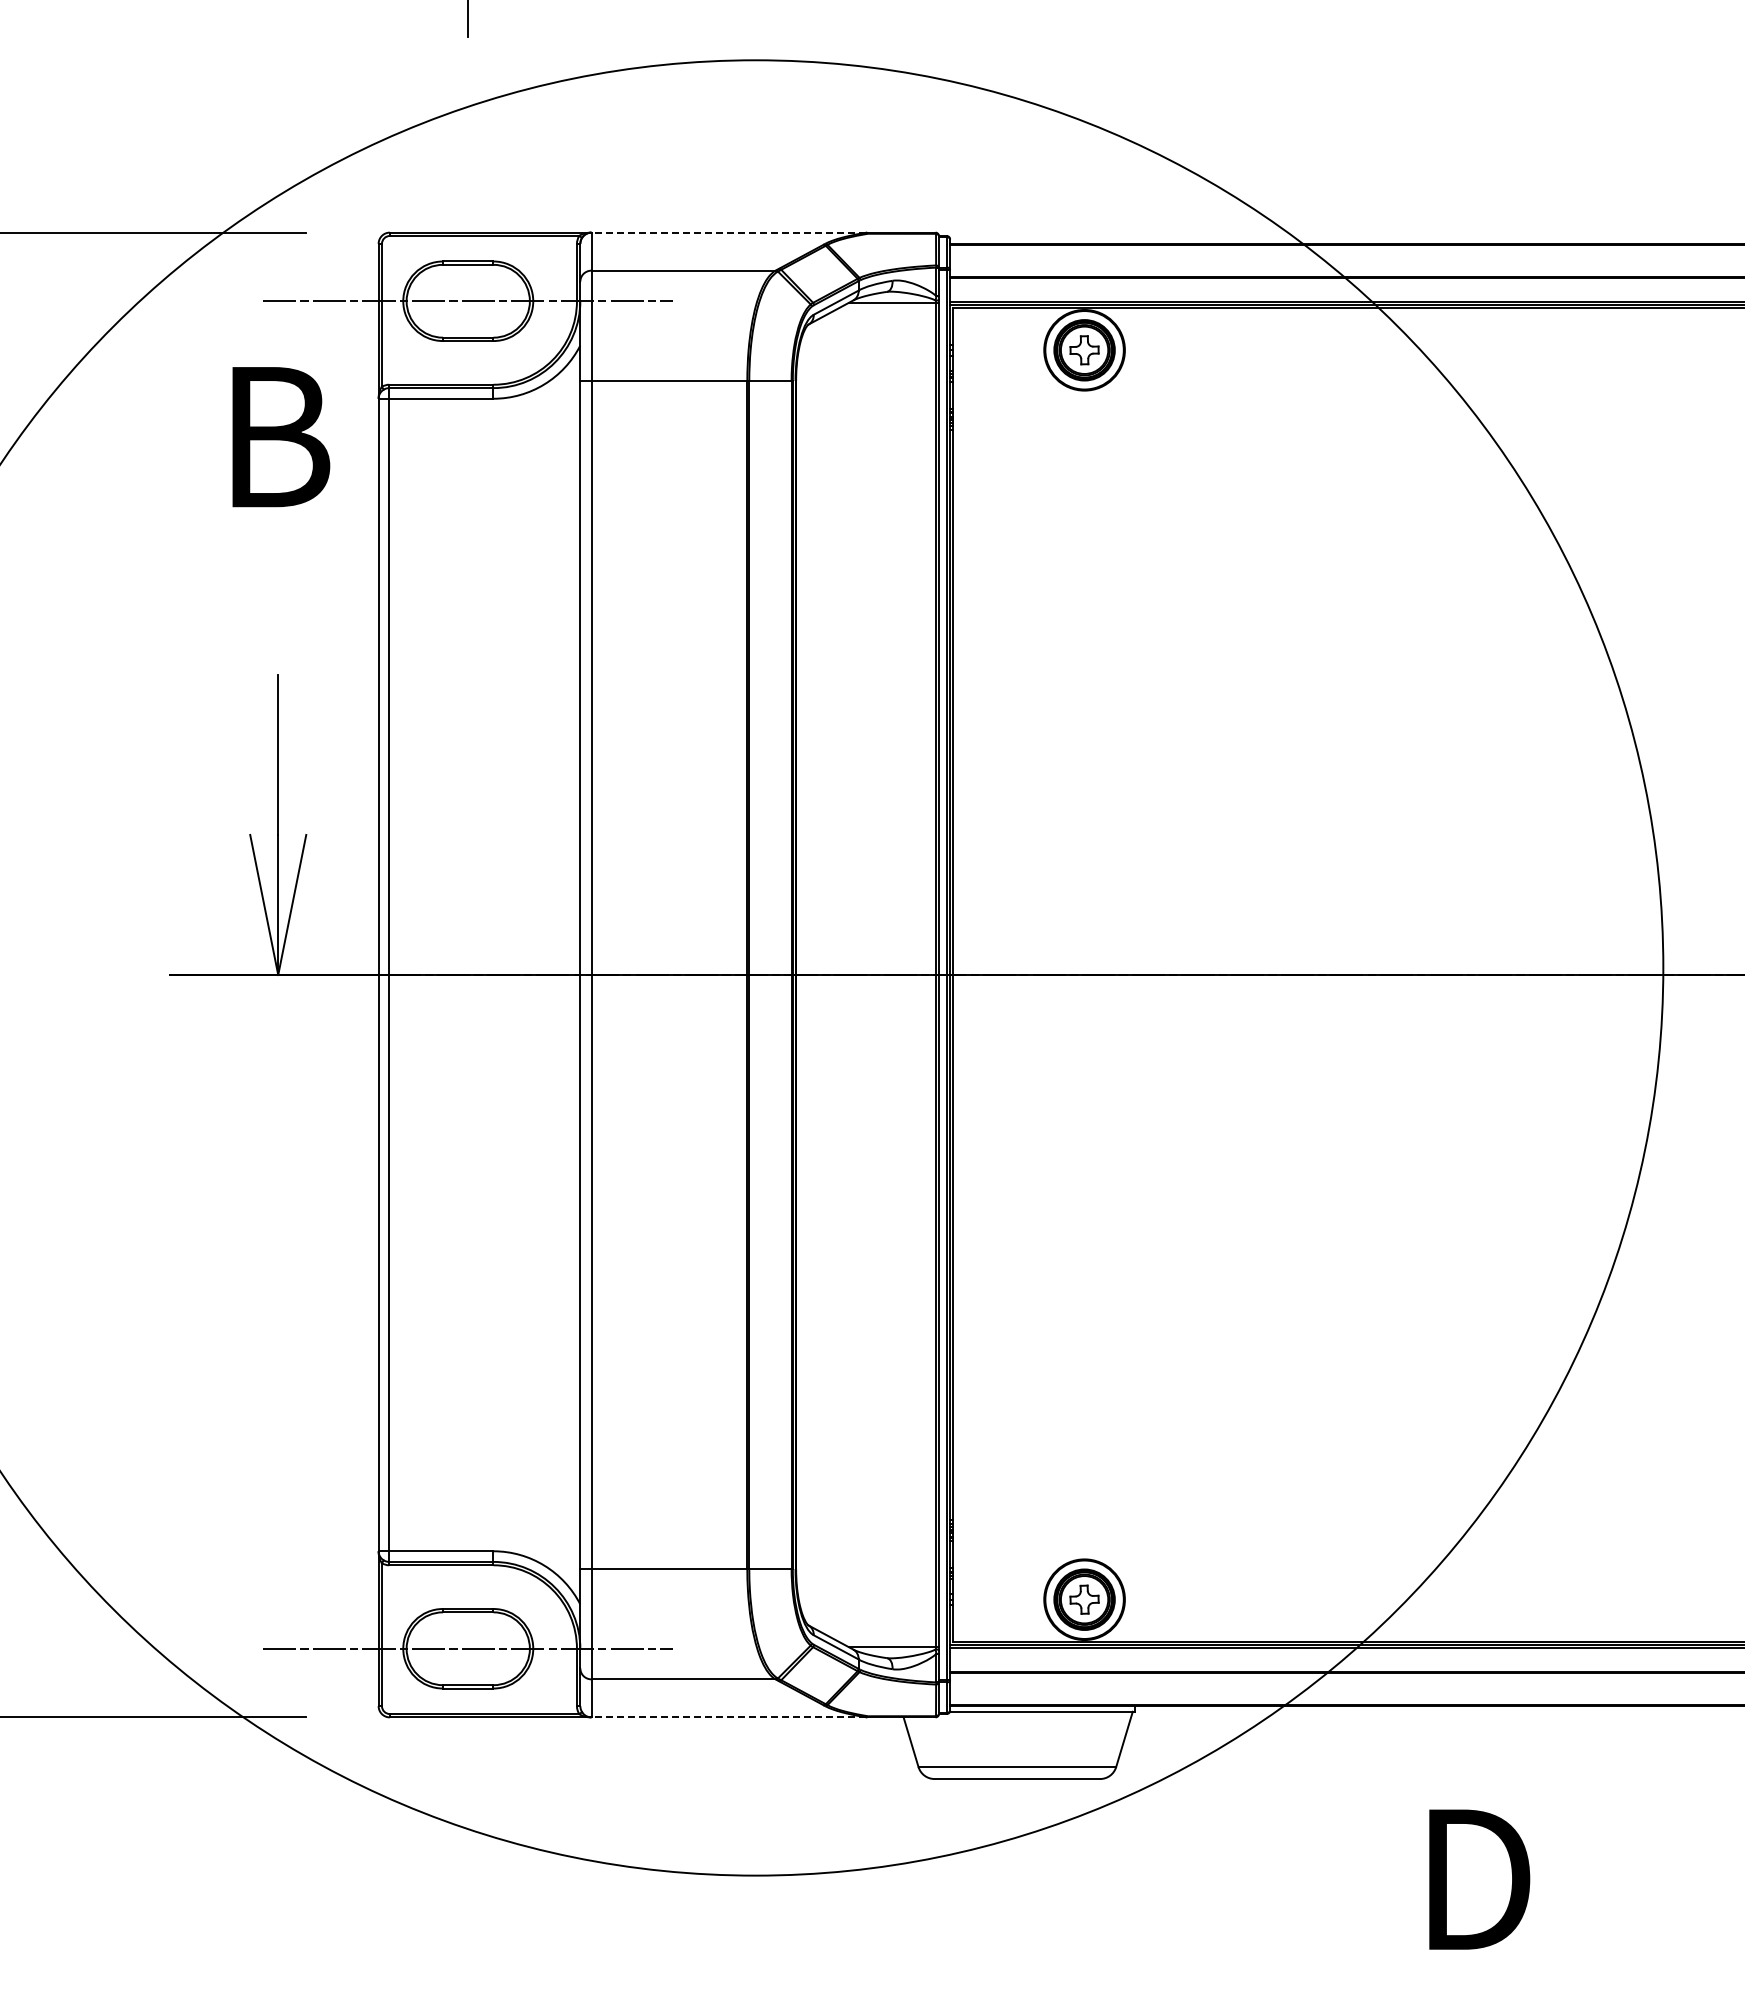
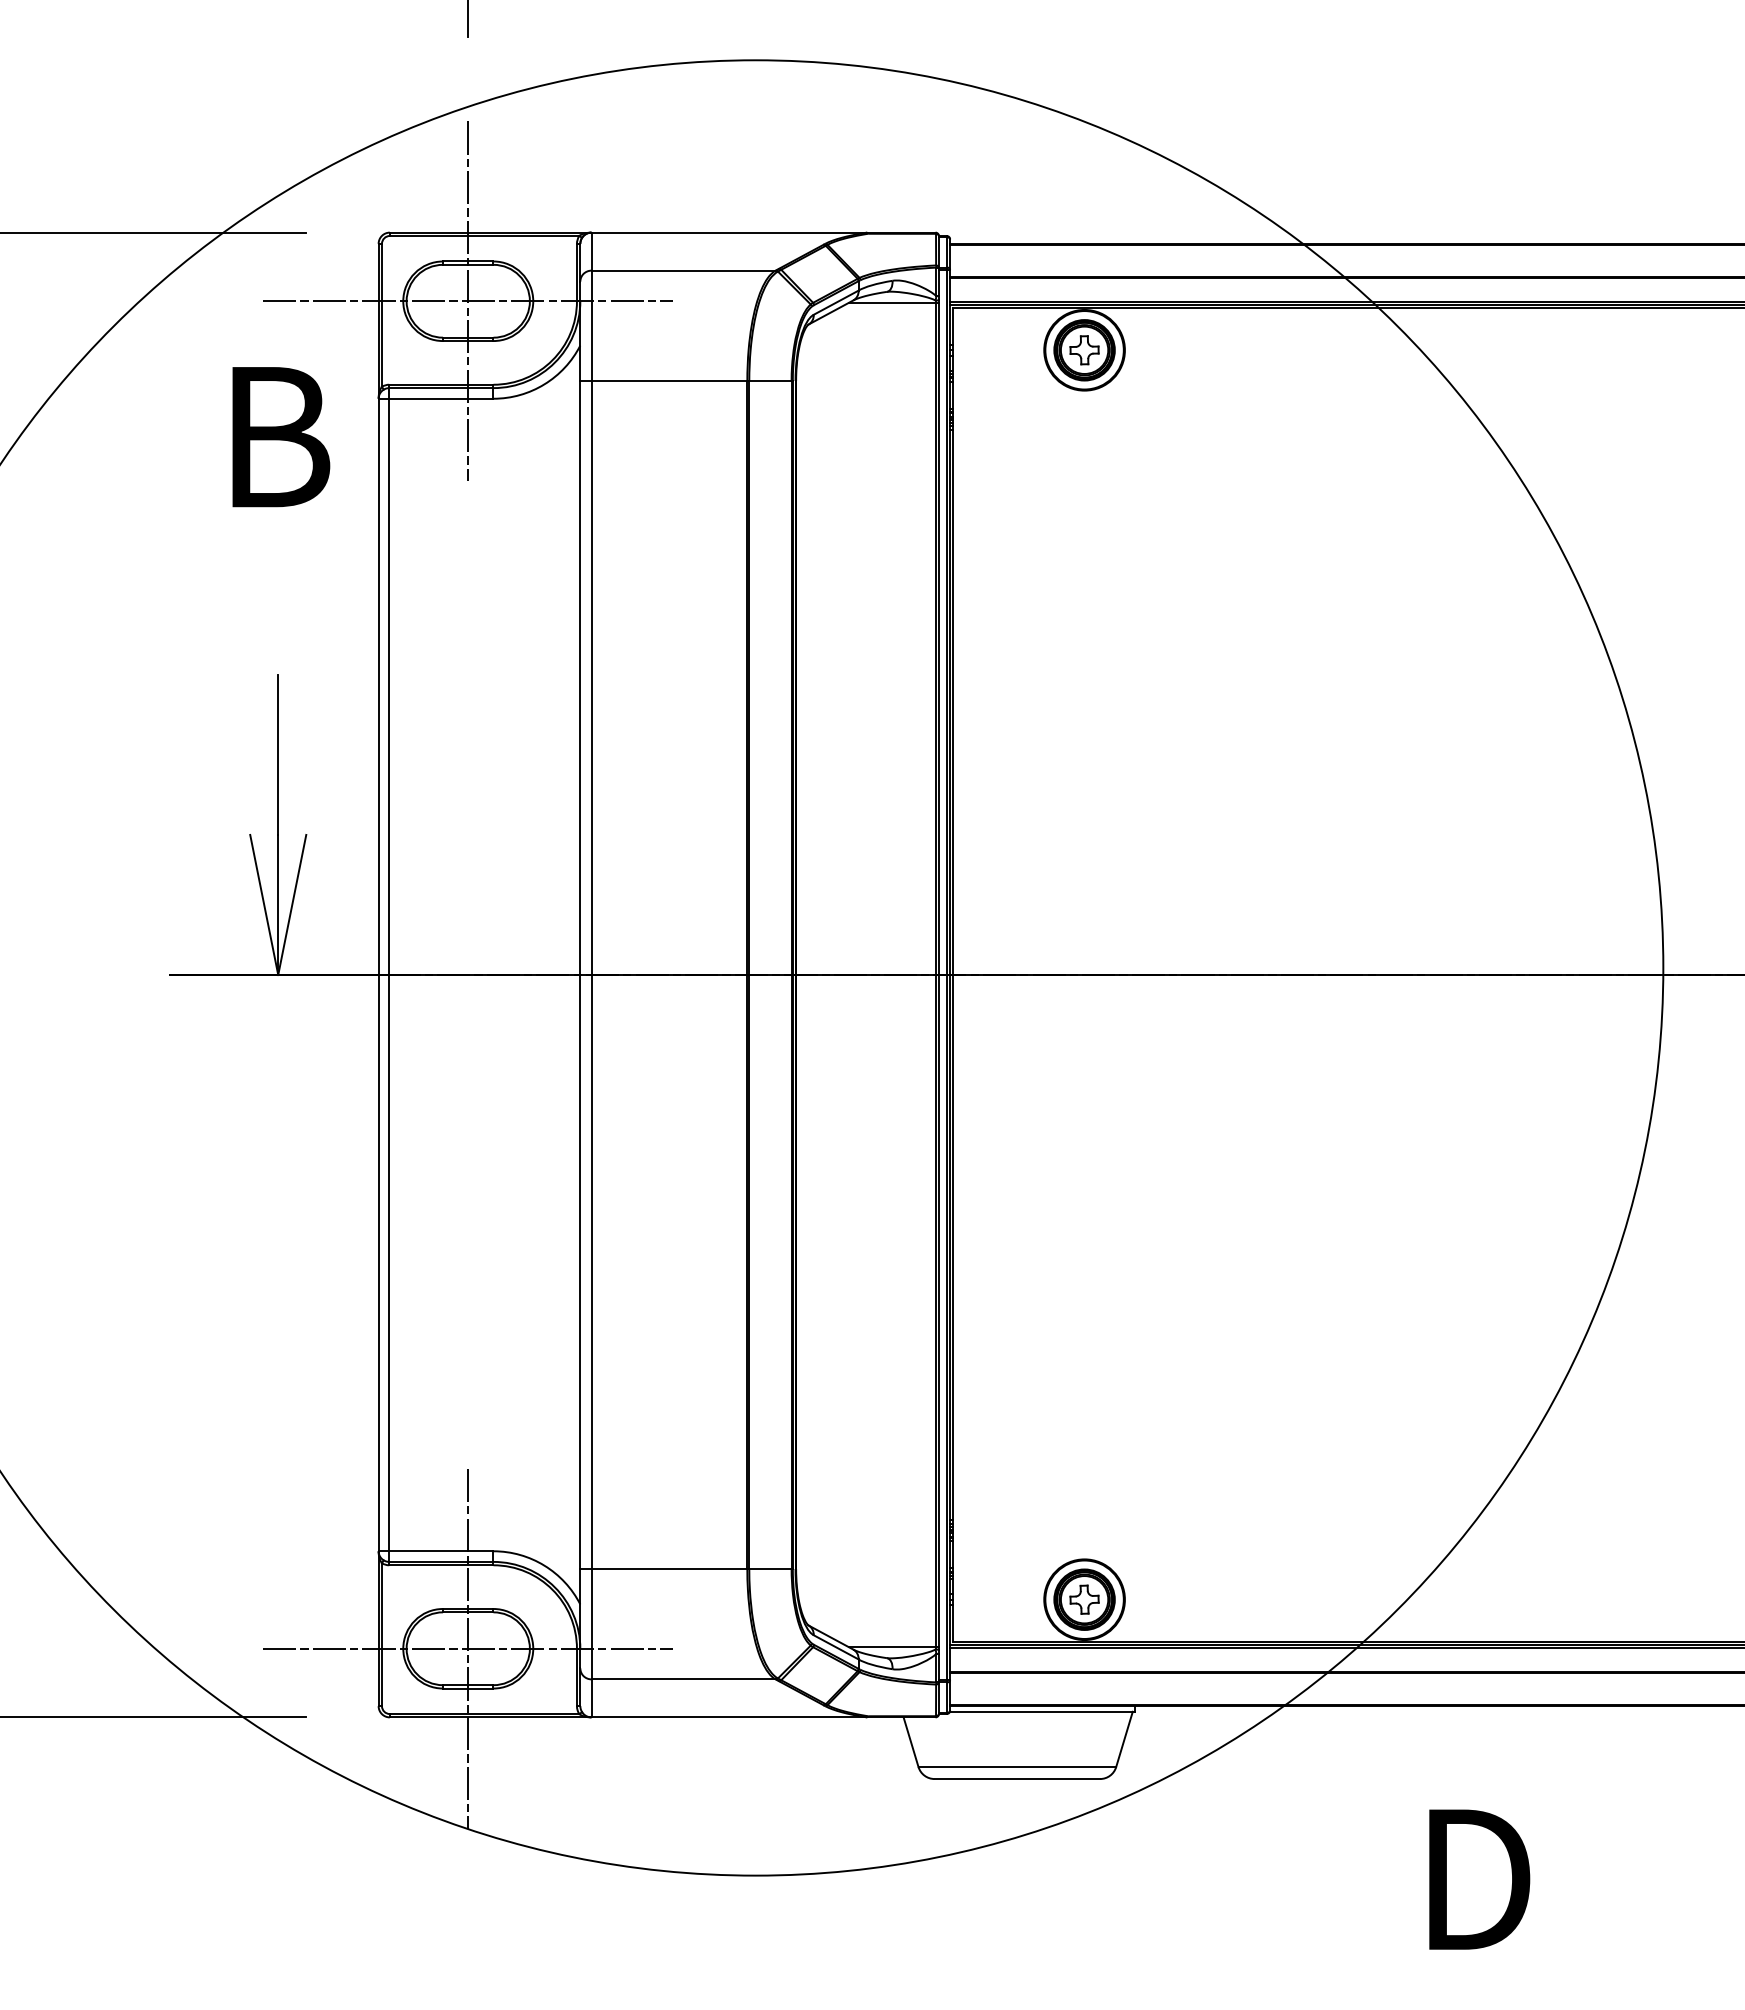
line at (728, 232): dashed -> solid
line at (468, 301): none -> present
line at (468, 1648): none -> present
line at (728, 1717): dashed -> solid
